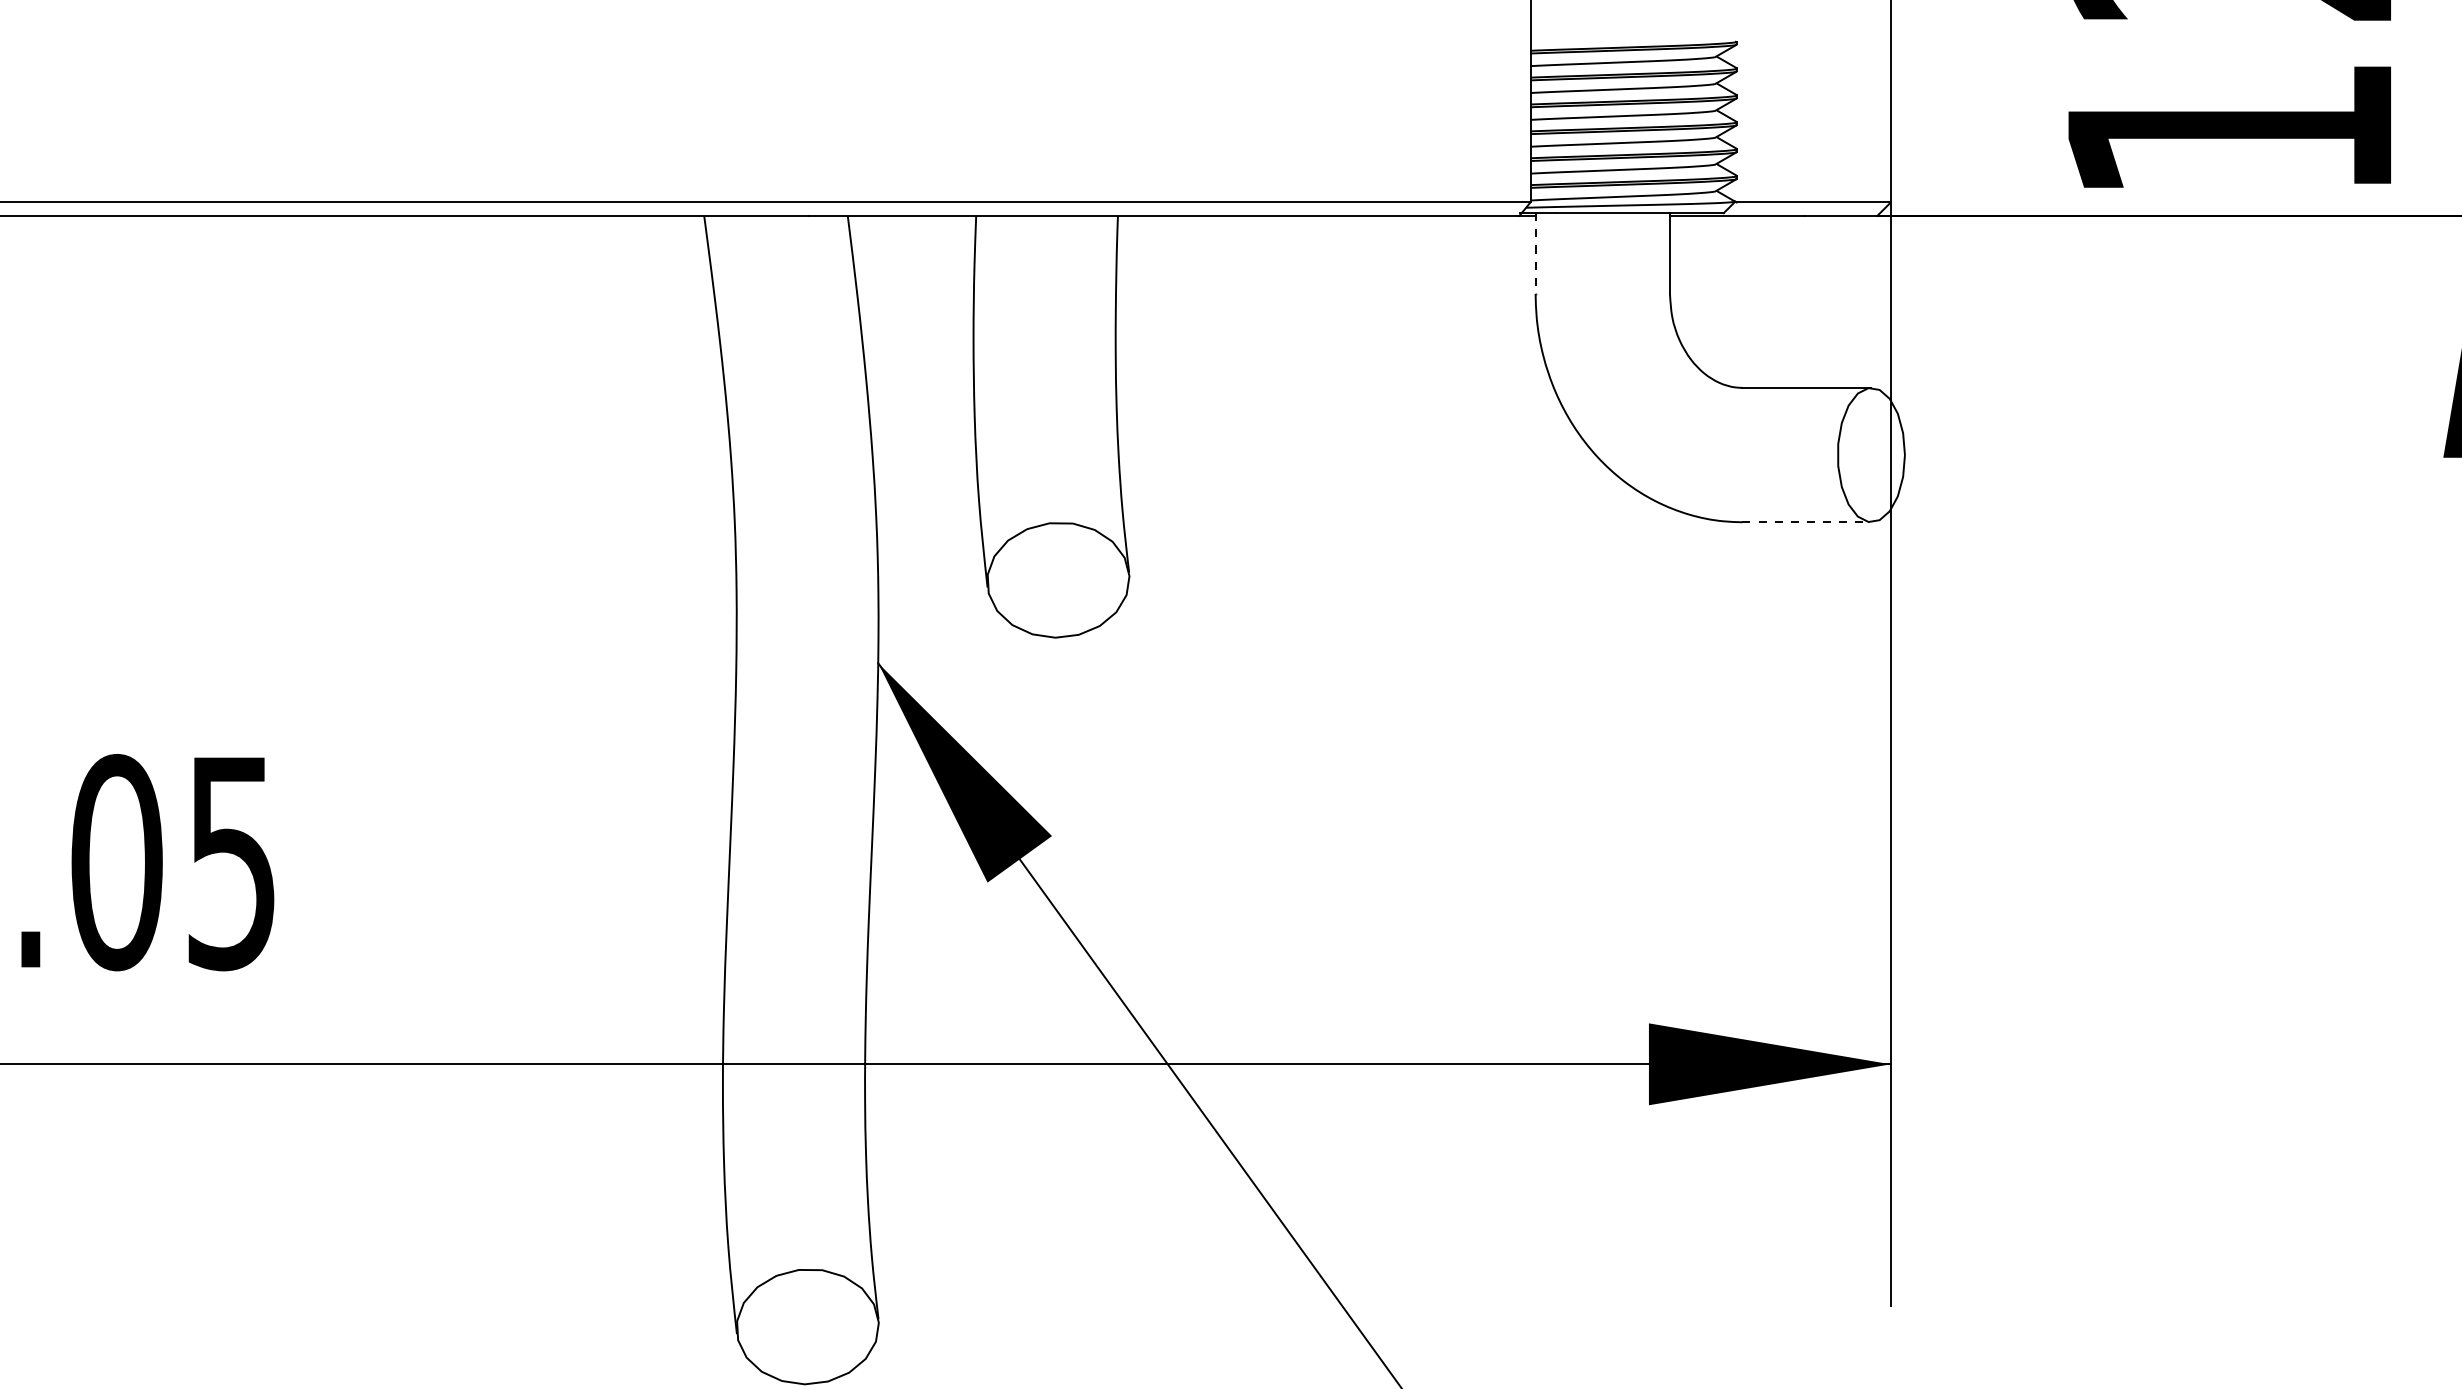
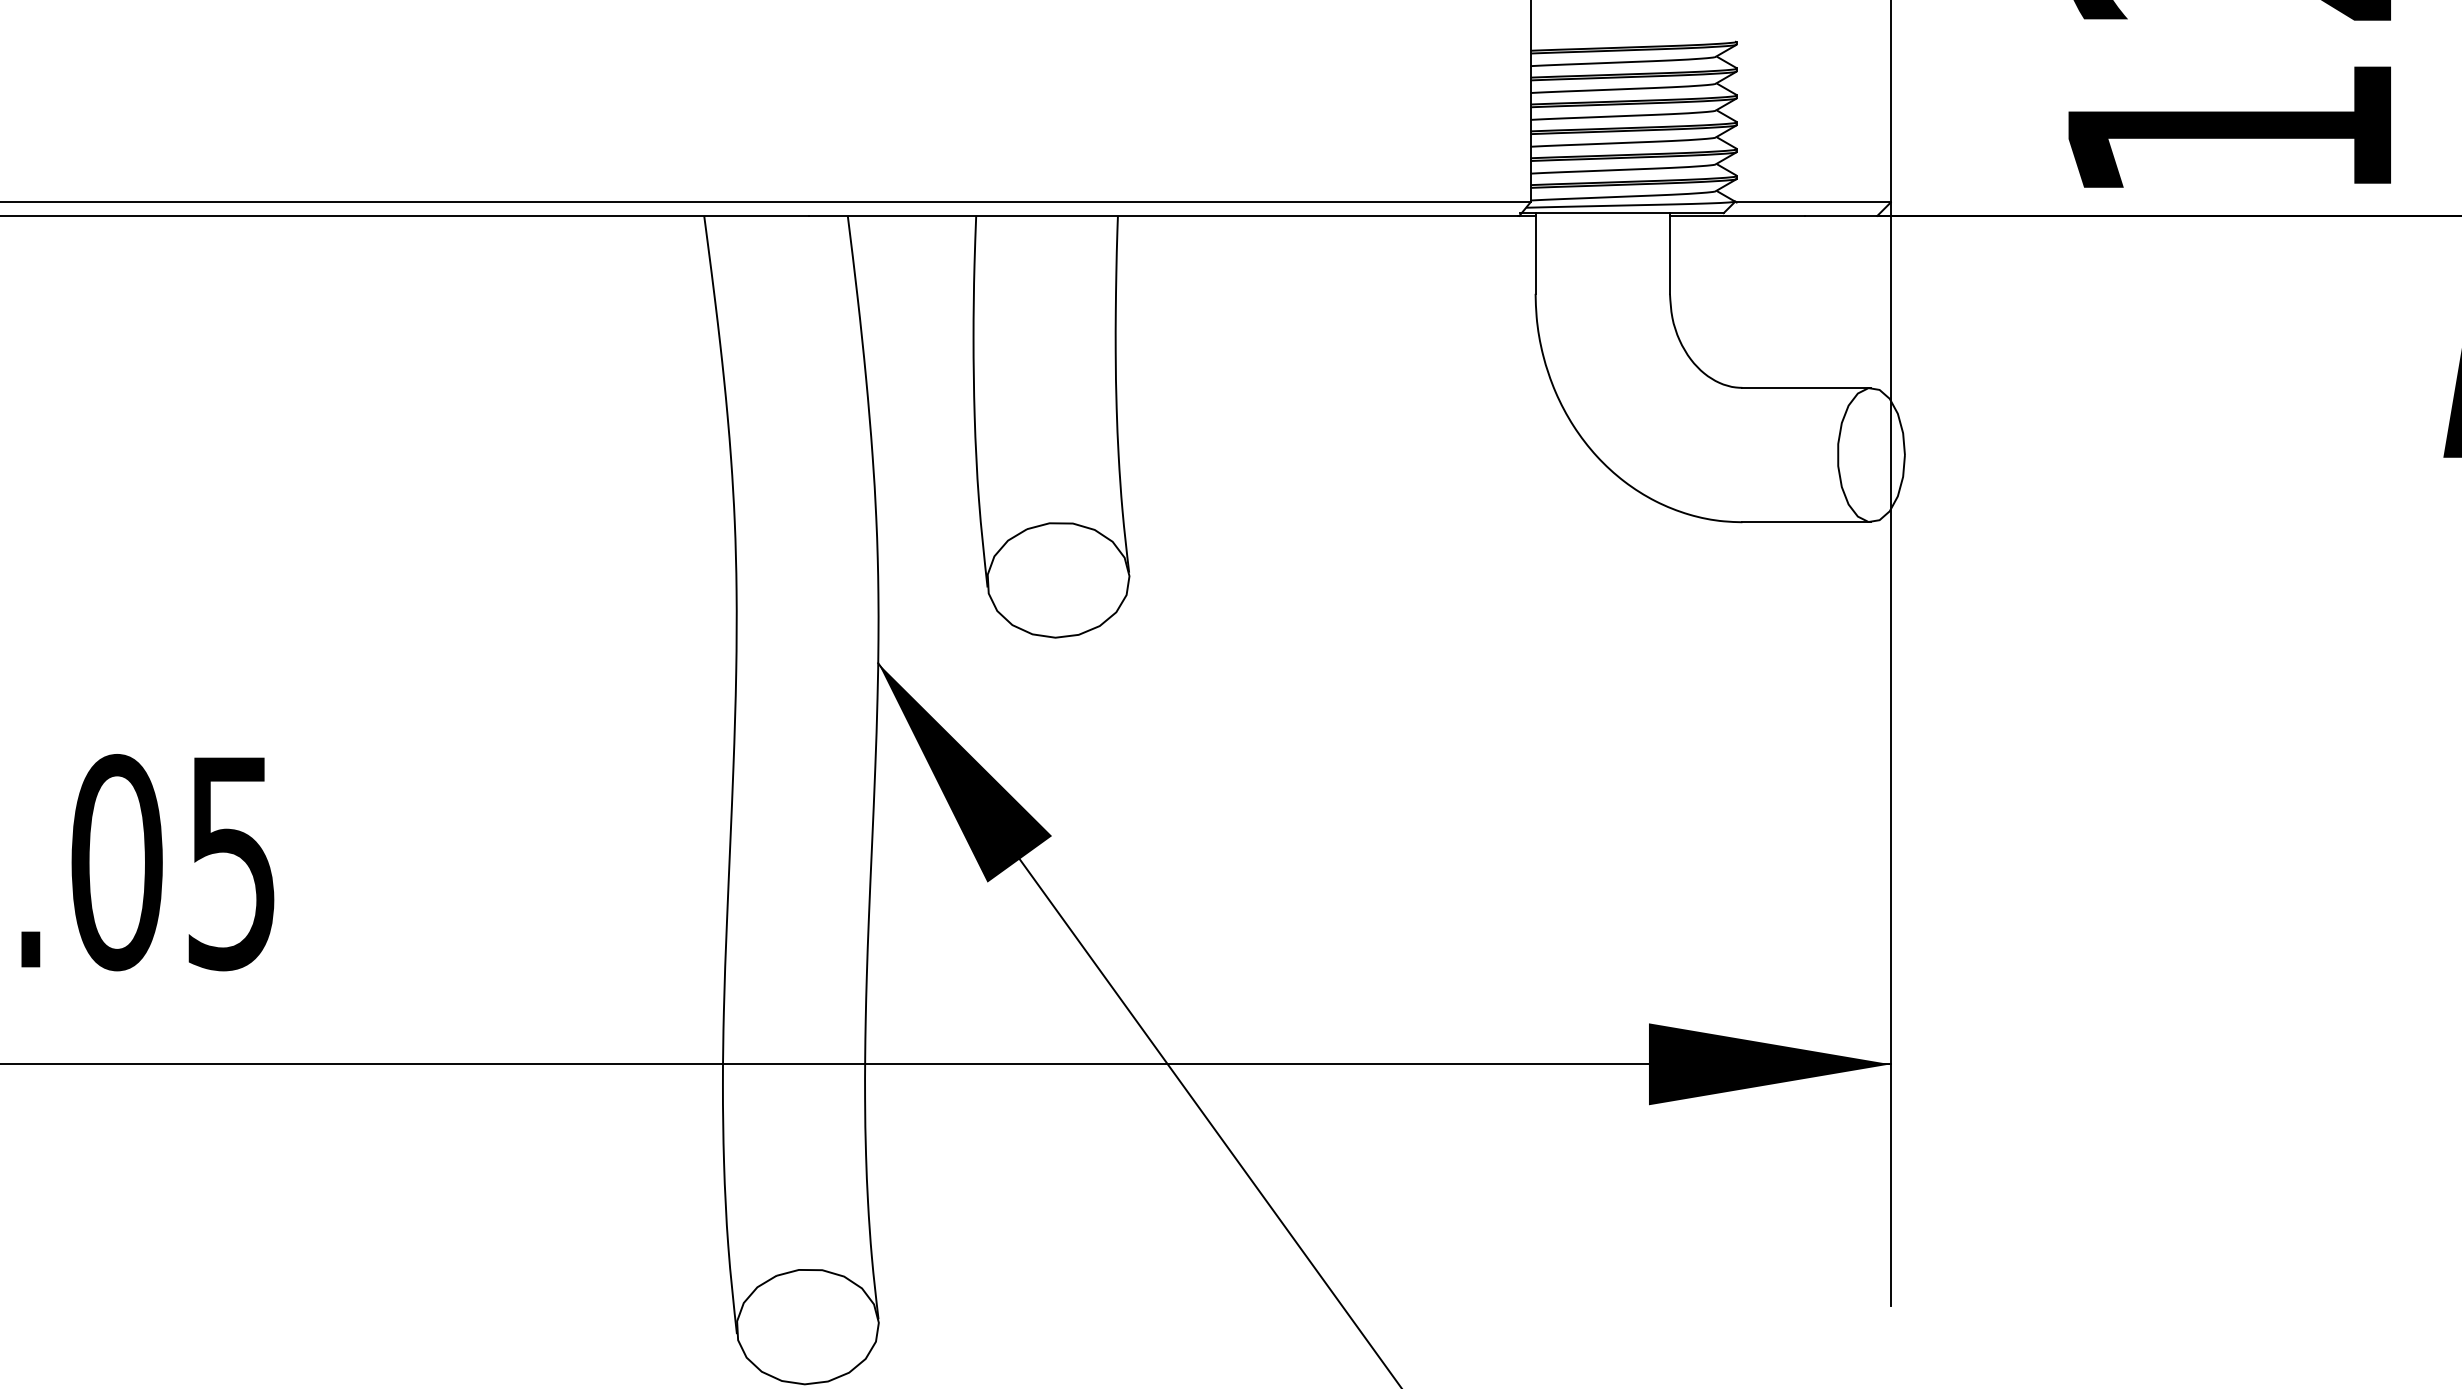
line at (1535, 254): dashed -> solid
line at (1807, 522): dashed -> solid
